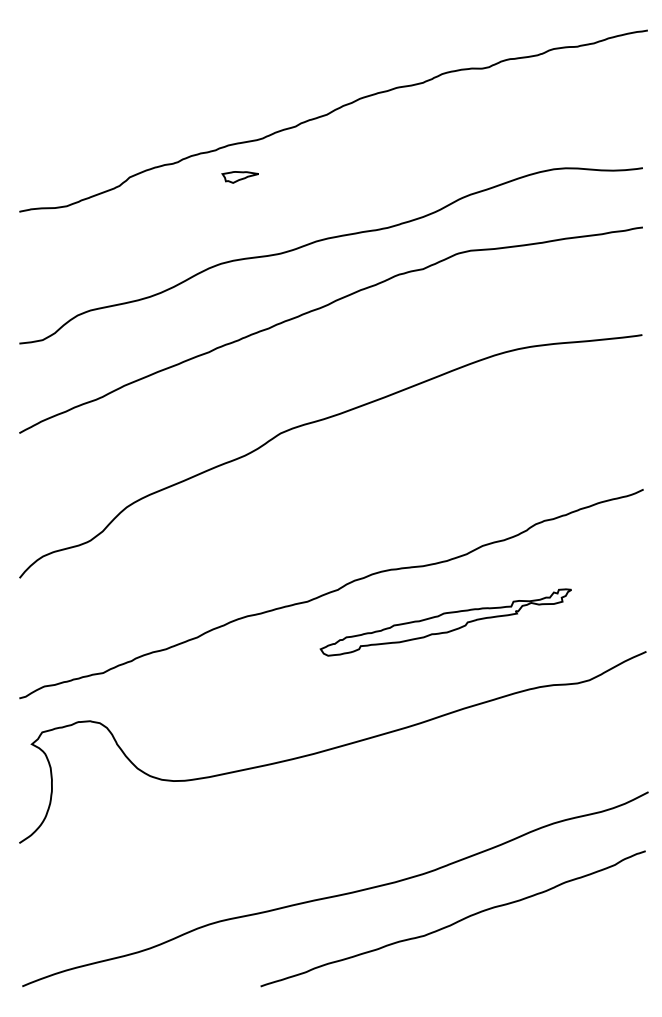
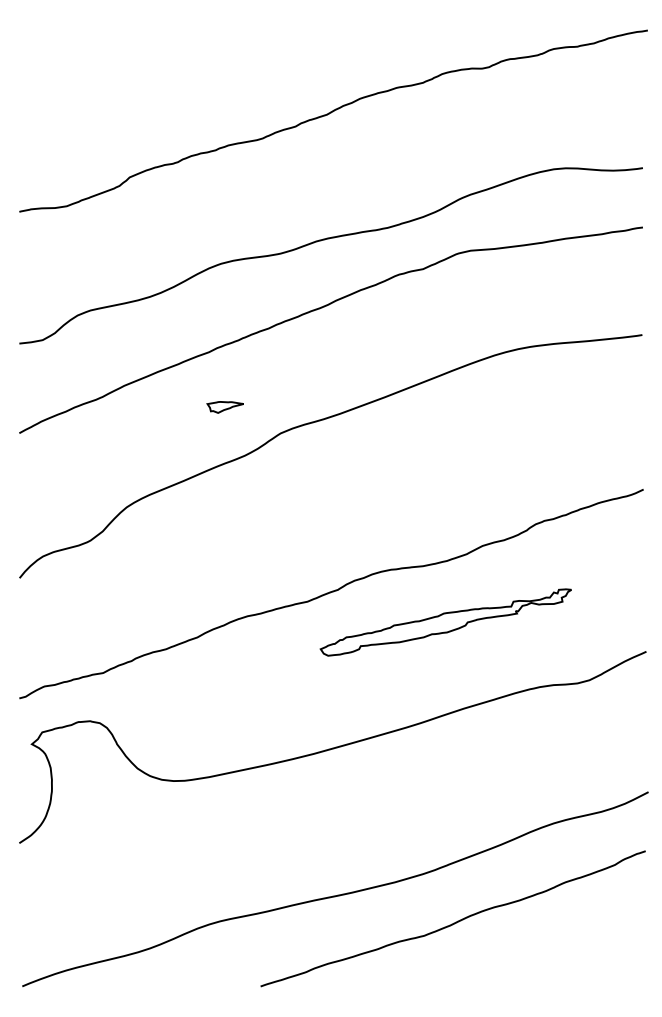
part at (239, 177) position: (239, 177) -> (224, 407)
